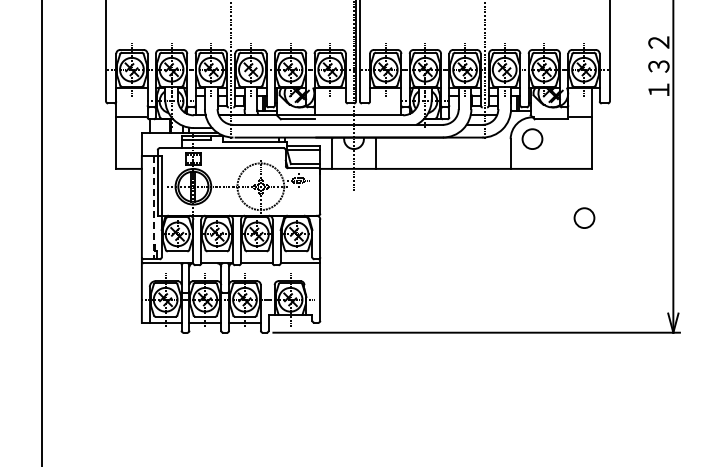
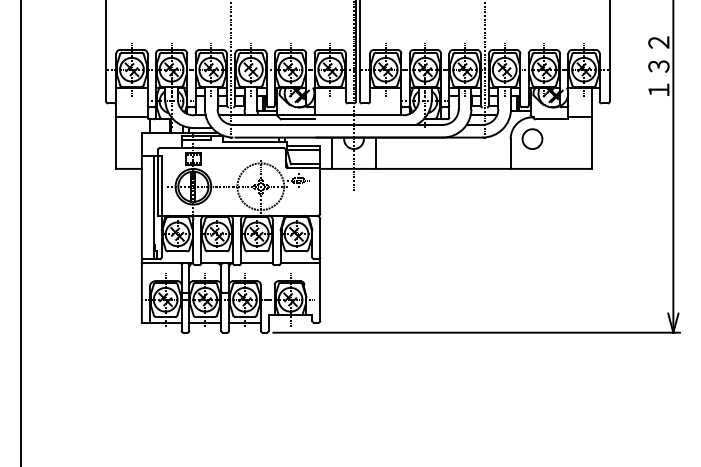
line at (153, 207): dashed -> solid
circle at (584, 217): present -> none
line at (42, 232) position: (42, 232) -> (21, 232)
